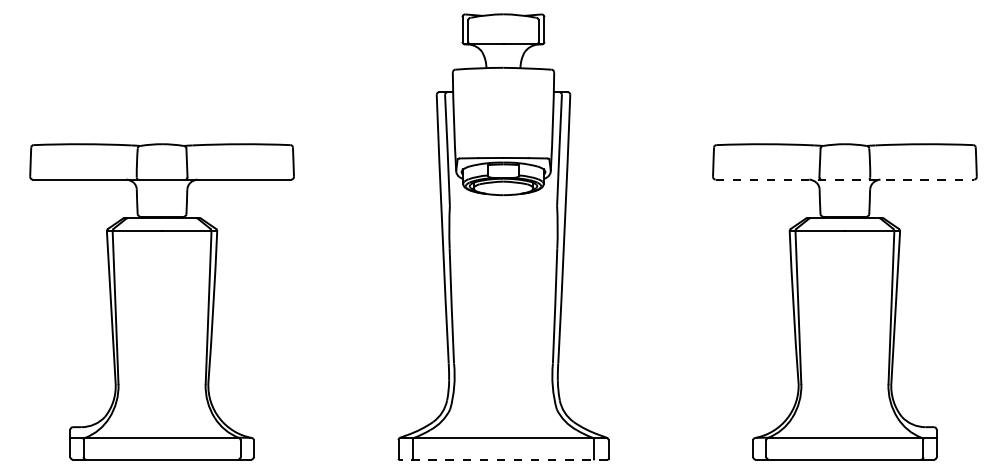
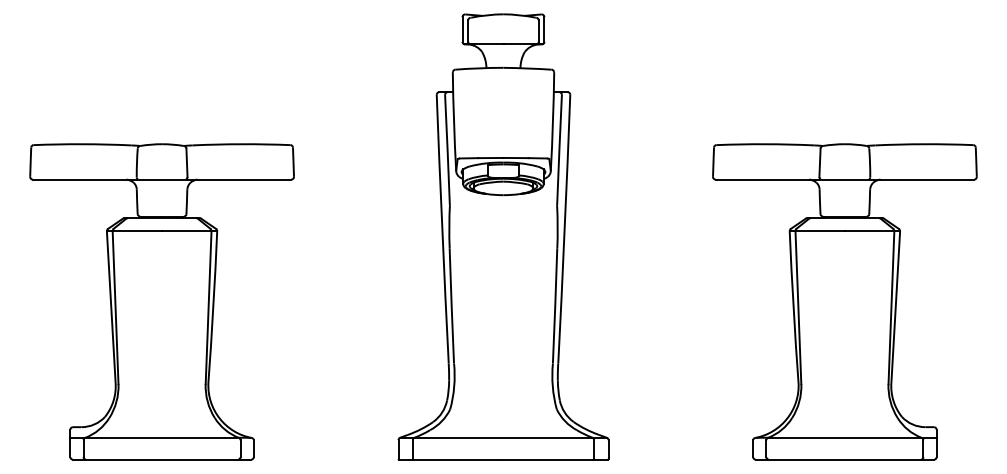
line at (845, 179): dashed -> solid
line at (503, 459): dashed -> solid
